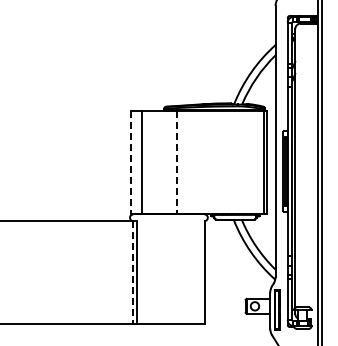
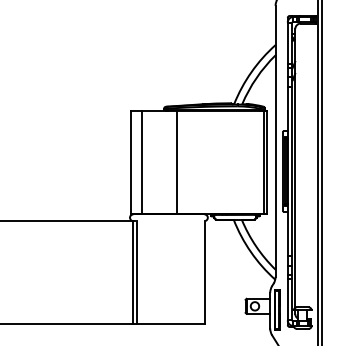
line at (131, 162): dashed -> solid
line at (177, 162): dashed -> solid
line at (132, 272): dashed -> solid
